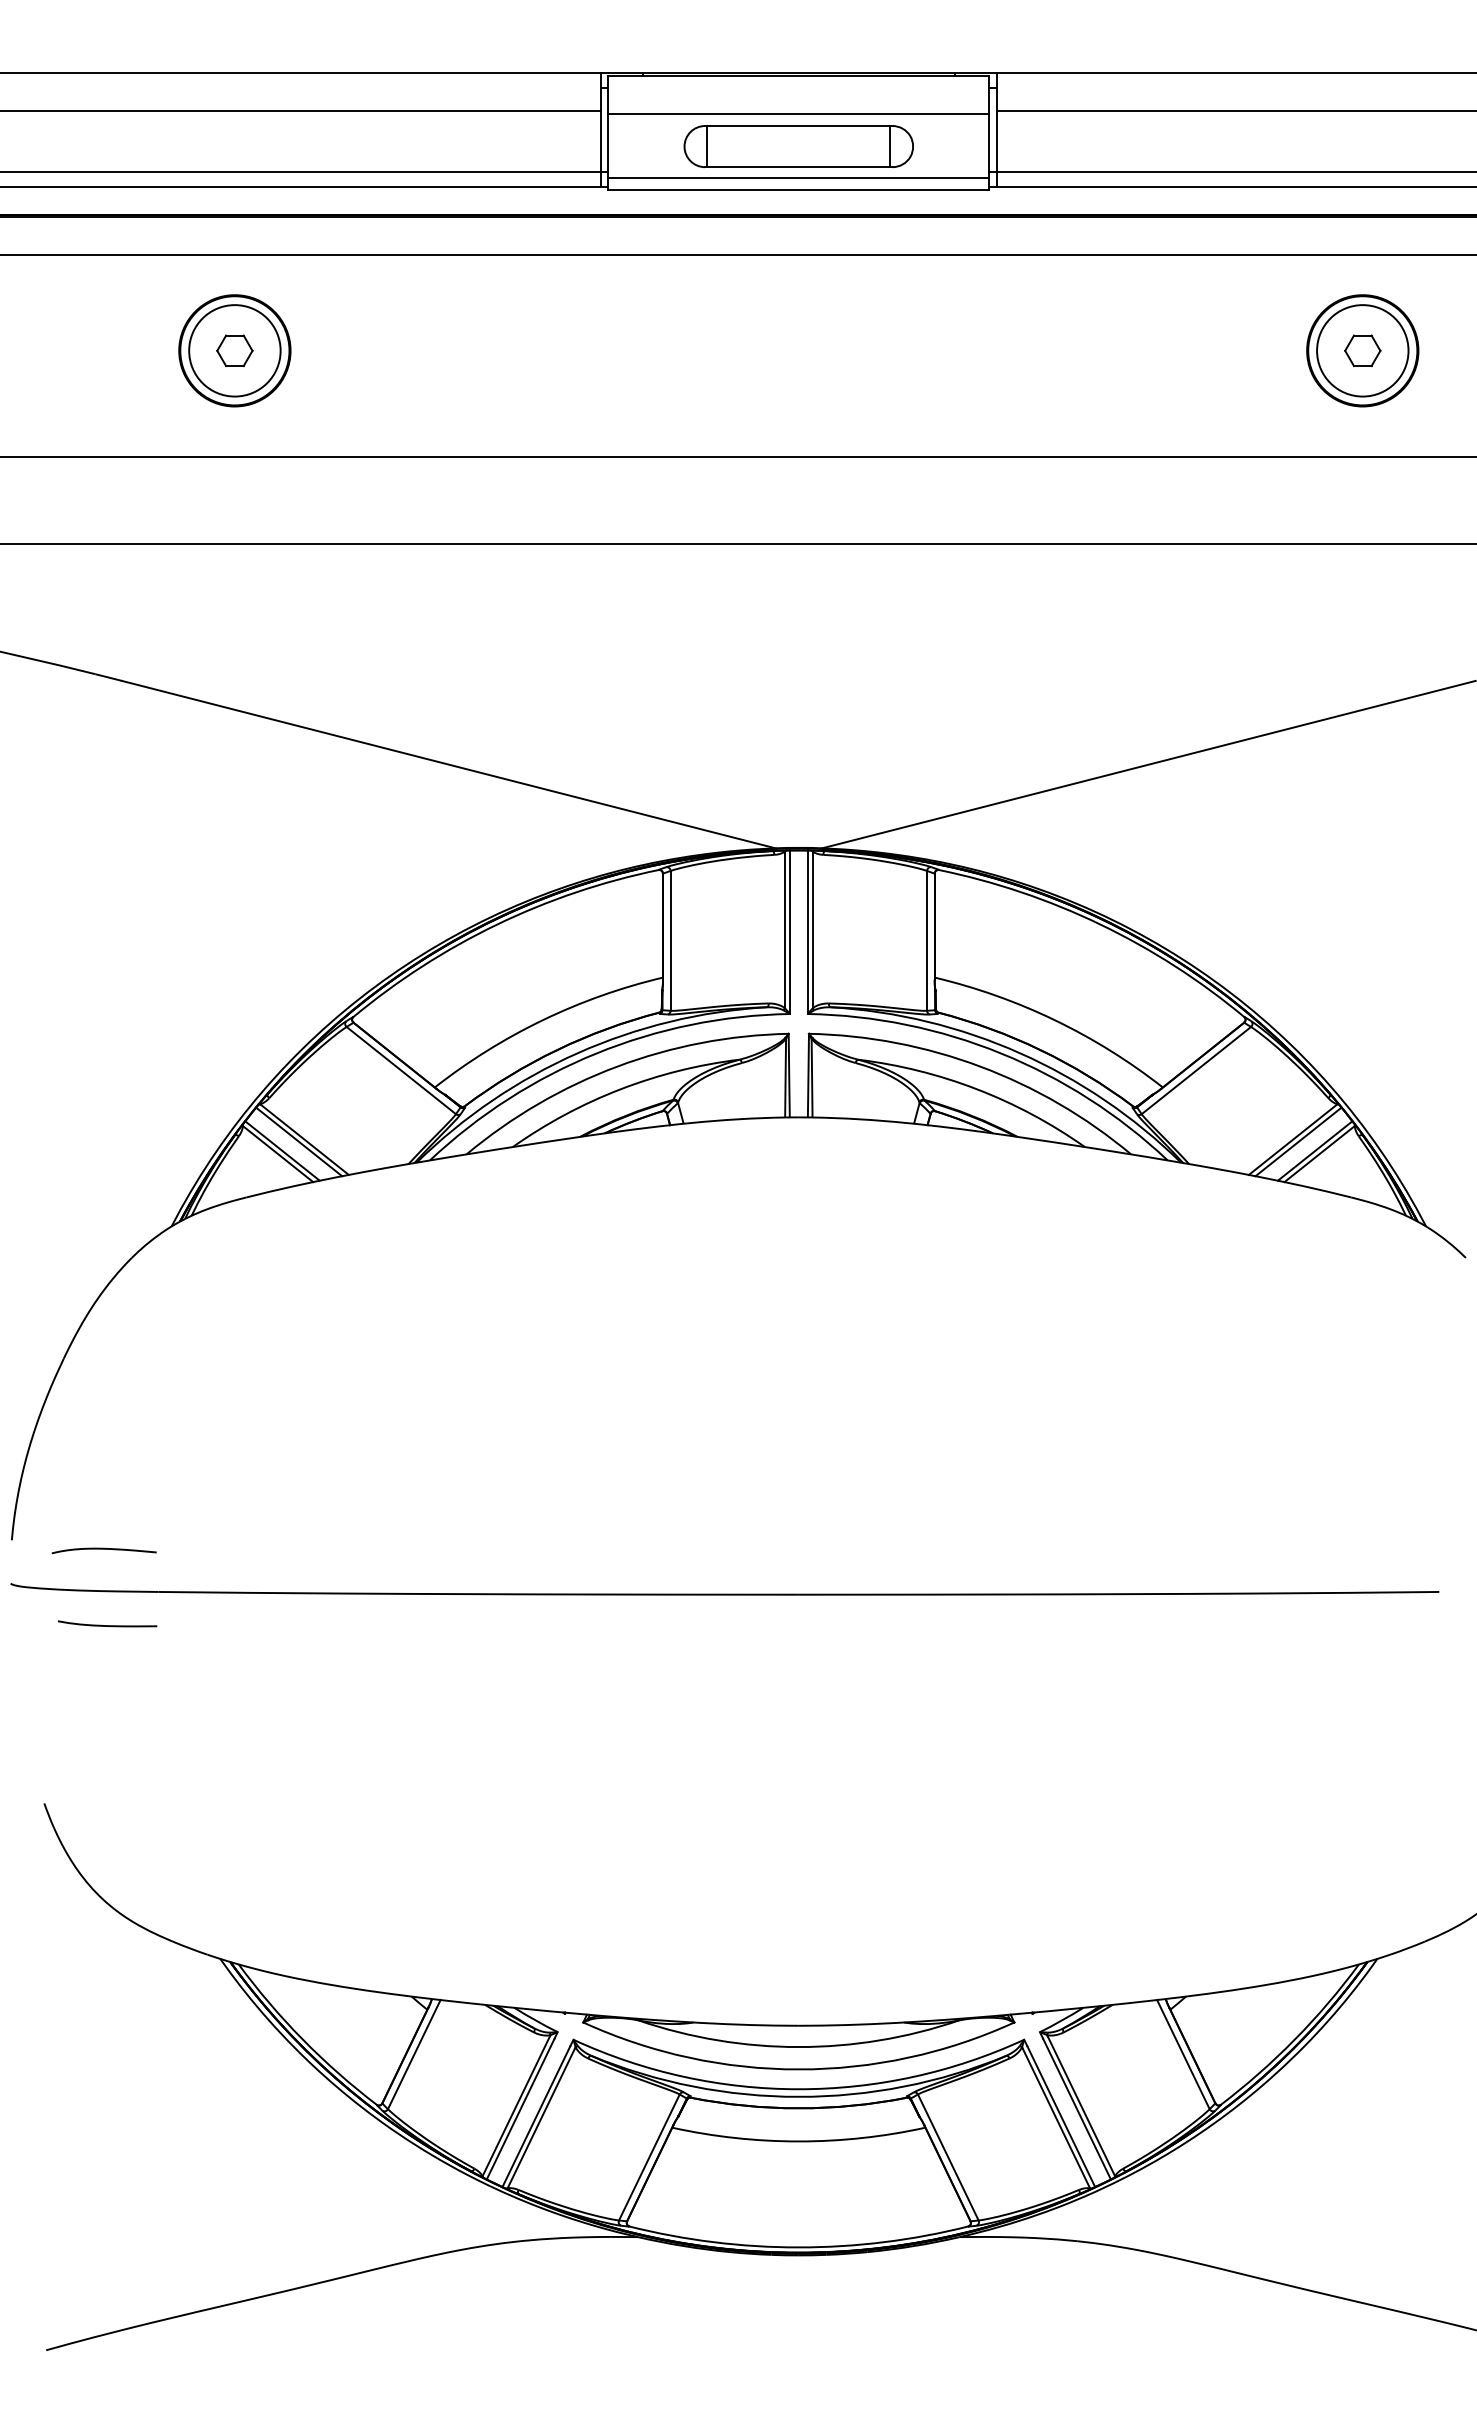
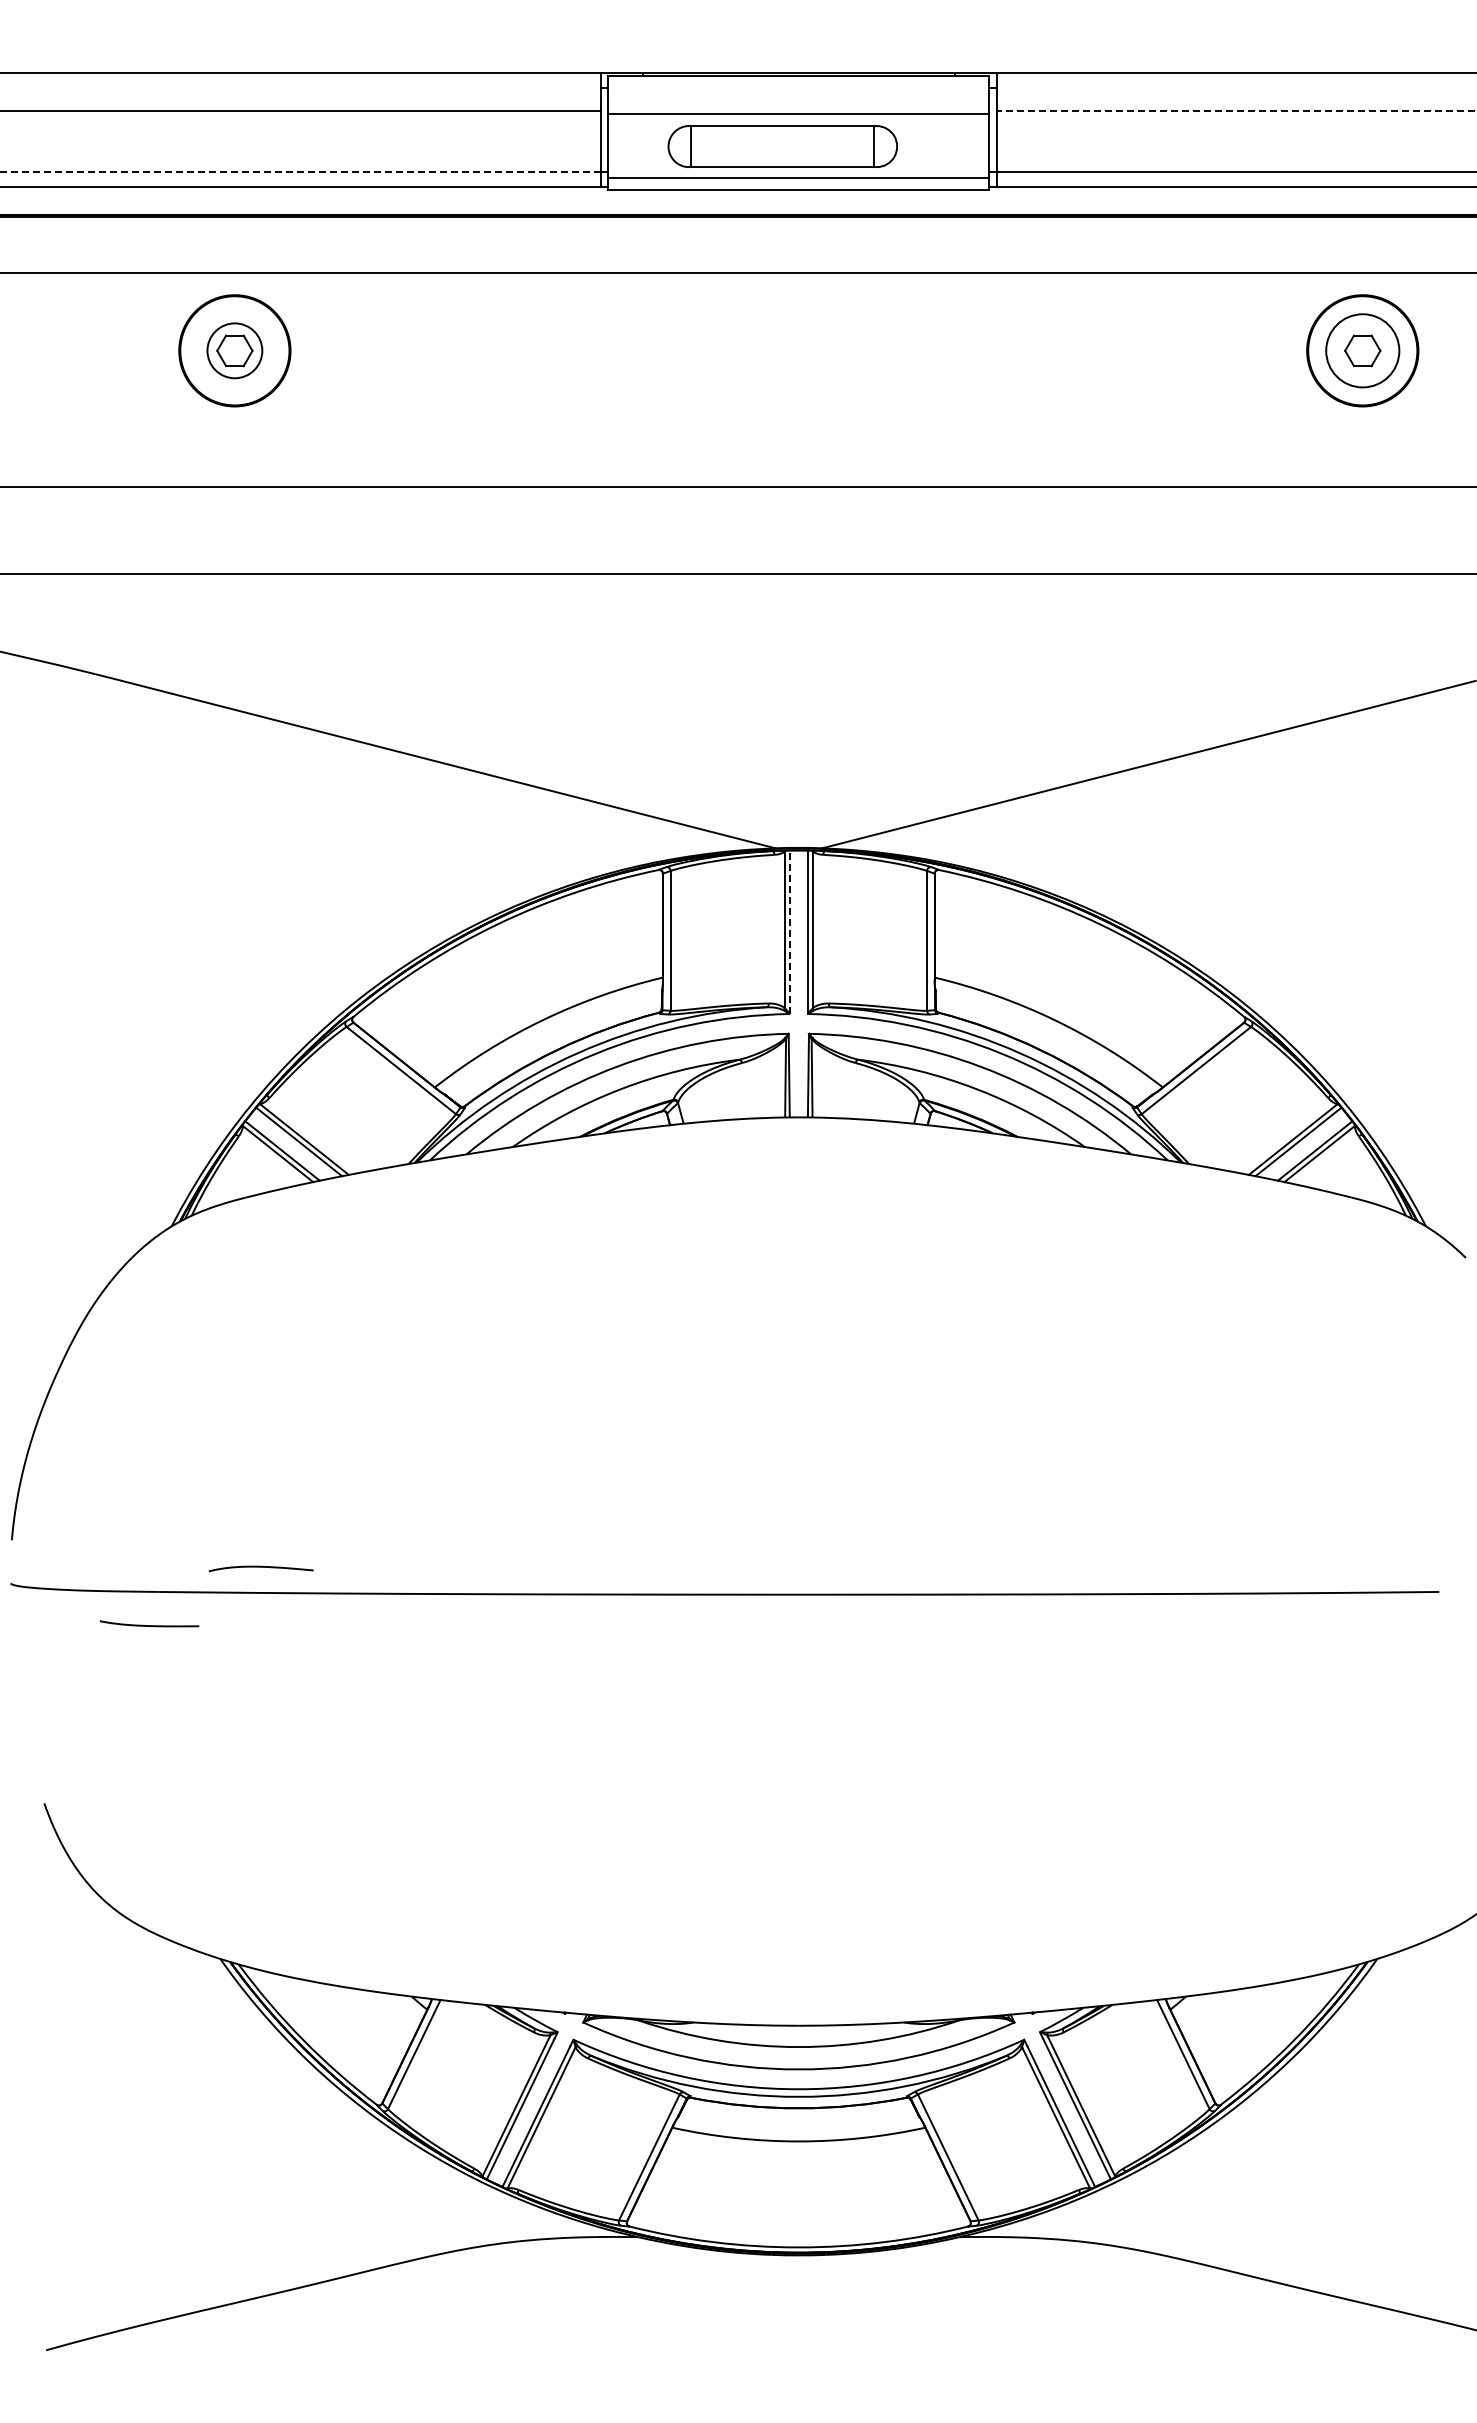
line at (1236, 110): solid -> dashed
part at (798, 146) position: (798, 146) -> (782, 146)
line at (299, 171): solid -> dashed
line at (737, 254) position: (737, 254) -> (737, 272)
circle at (234, 350) diameter: 91 px -> 55 px
circle at (1362, 350) diameter: 91 px -> 73 px
line at (737, 456) position: (737, 456) -> (737, 486)
line at (737, 543) position: (737, 543) -> (737, 573)
line at (790, 932): solid -> dashed
curve at (103, 1549) position: (103, 1549) -> (260, 1567)
curve at (107, 1625) position: (107, 1625) -> (149, 1625)
